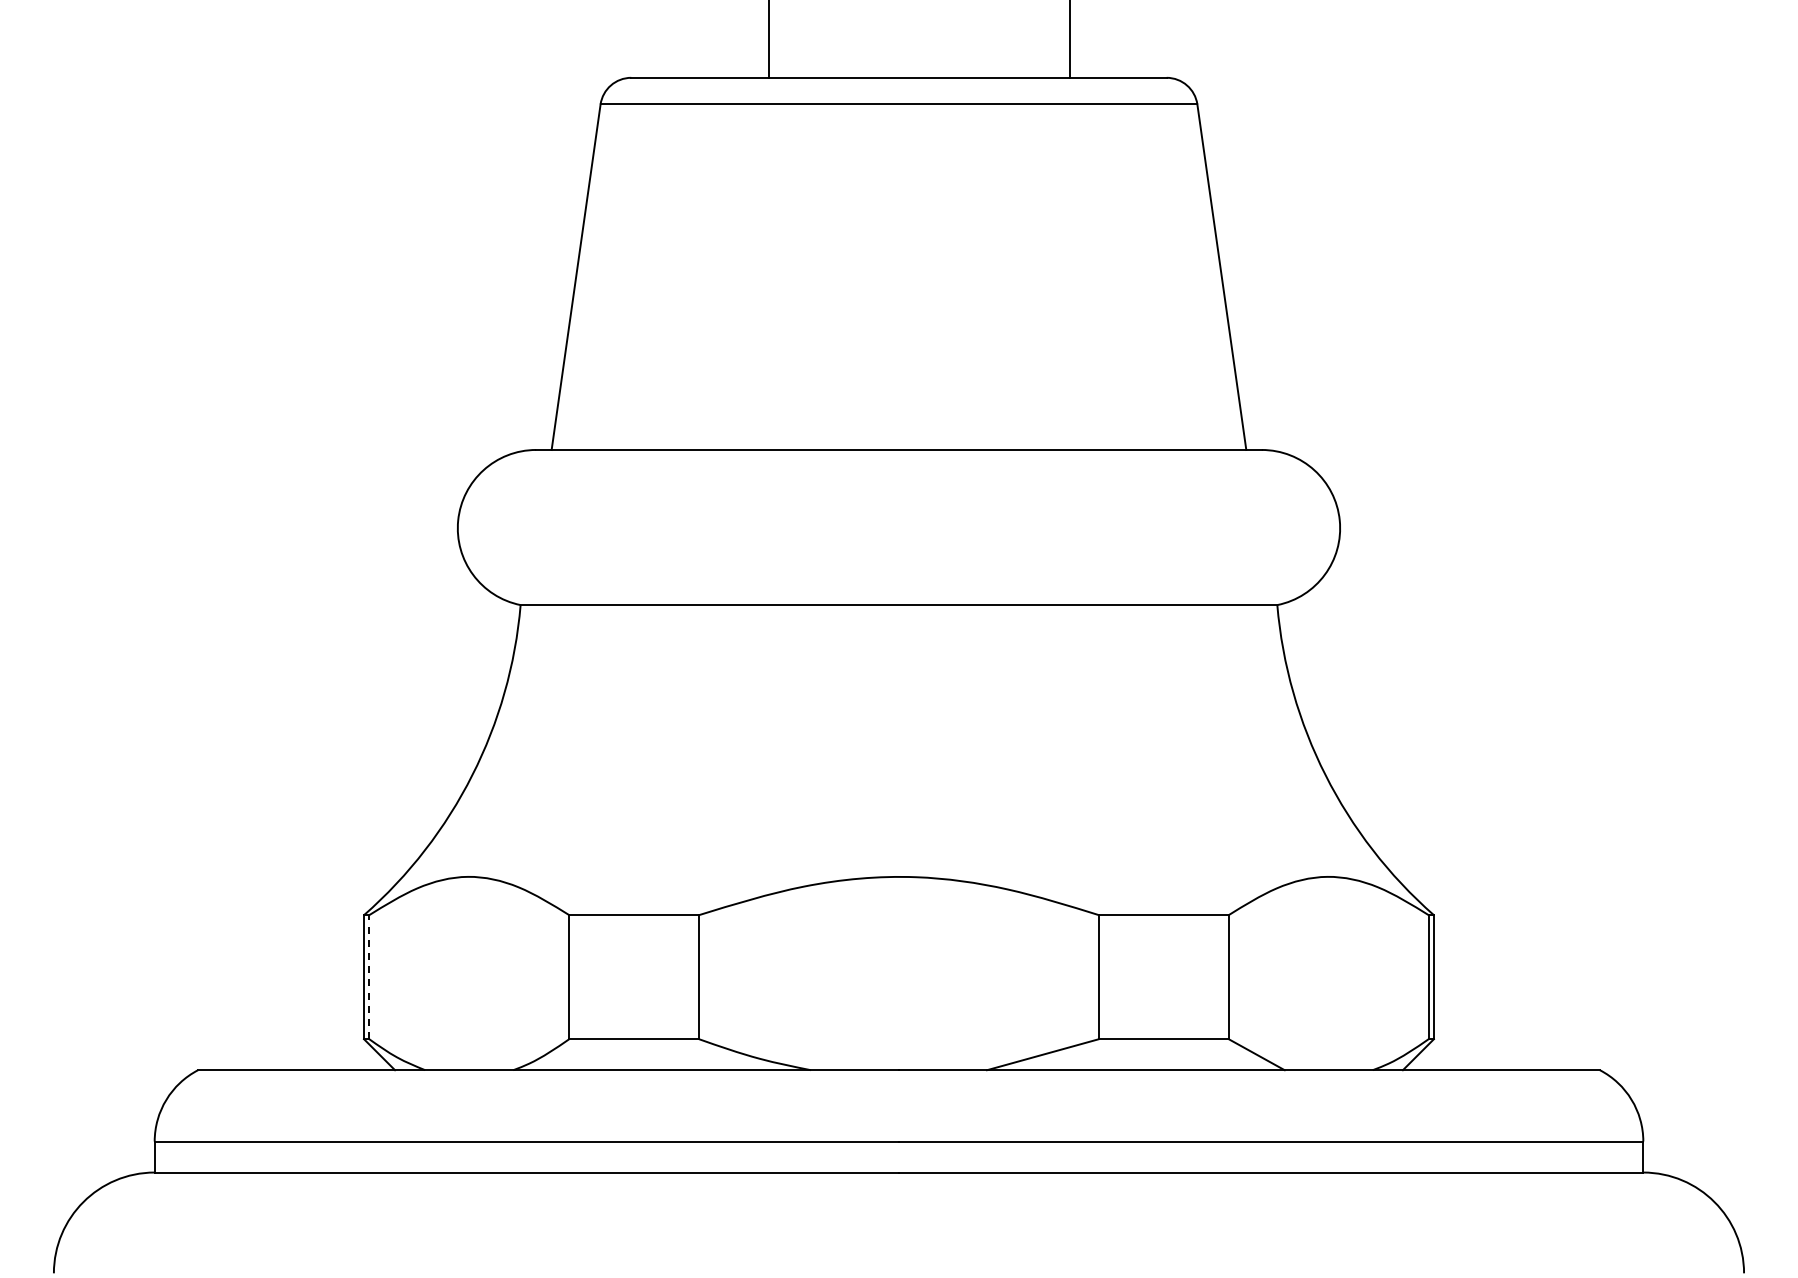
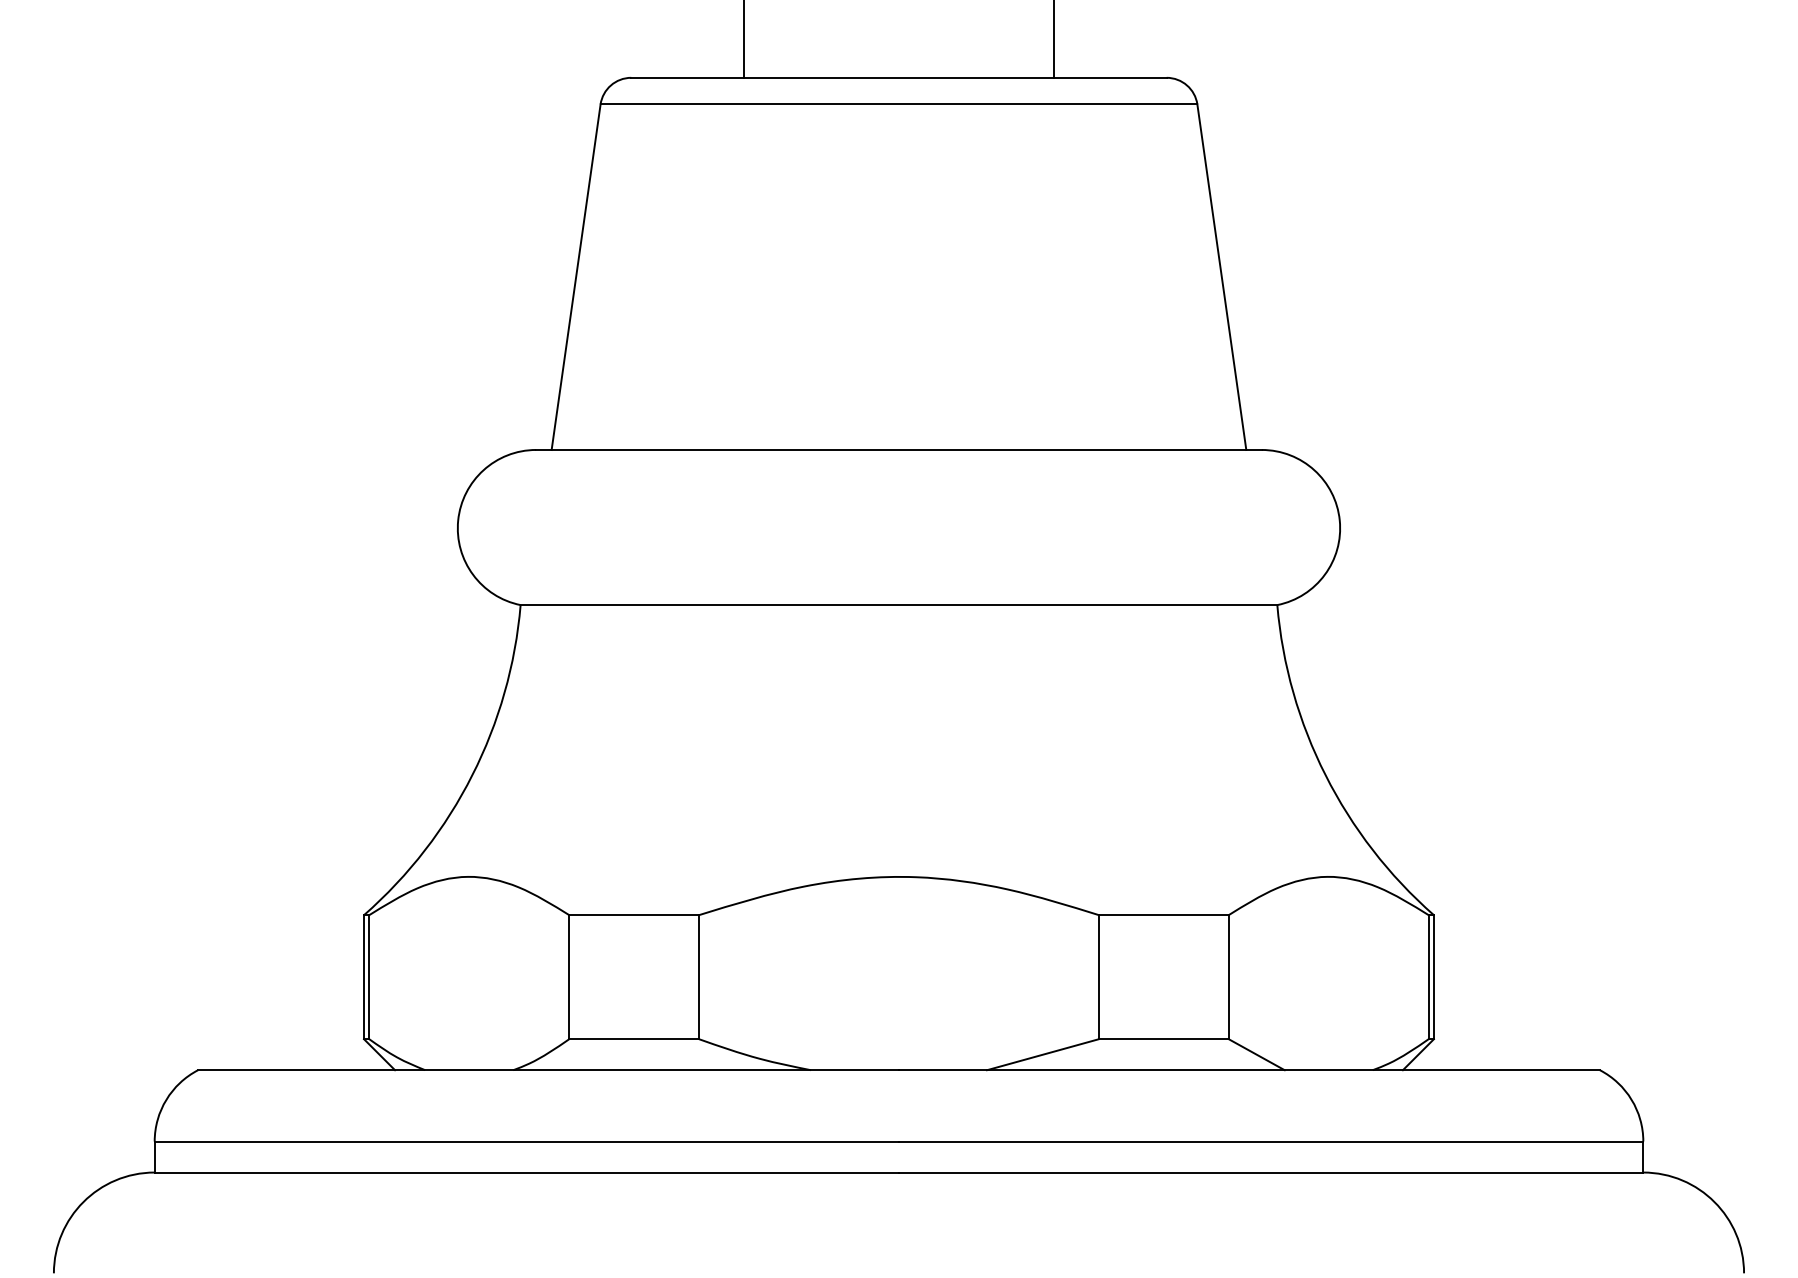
line at (768, 39) position: (768, 39) -> (743, 39)
line at (1070, 39) position: (1070, 39) -> (1054, 39)
line at (369, 976): dashed -> solid
